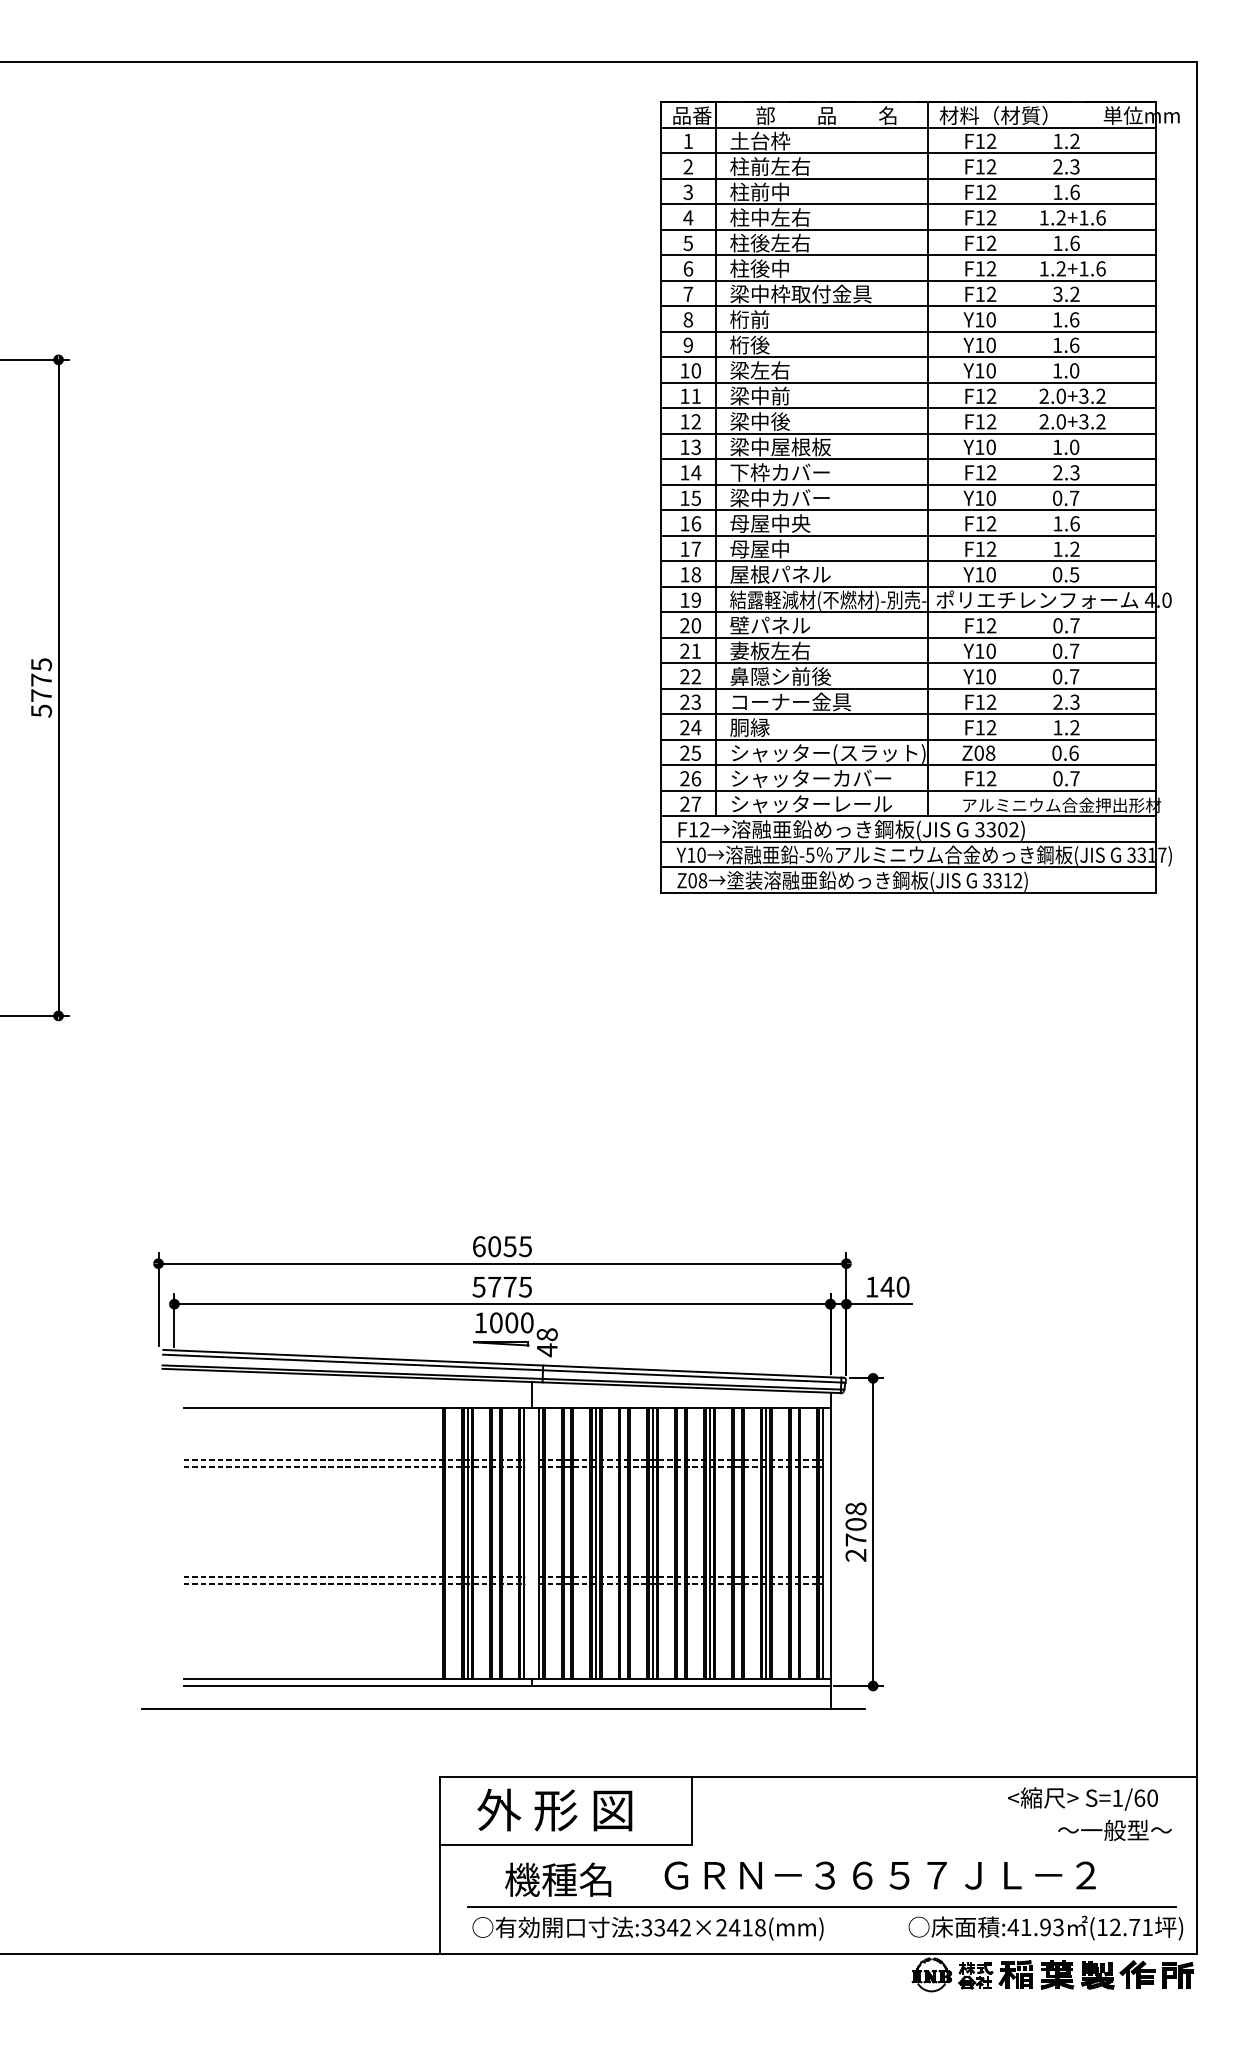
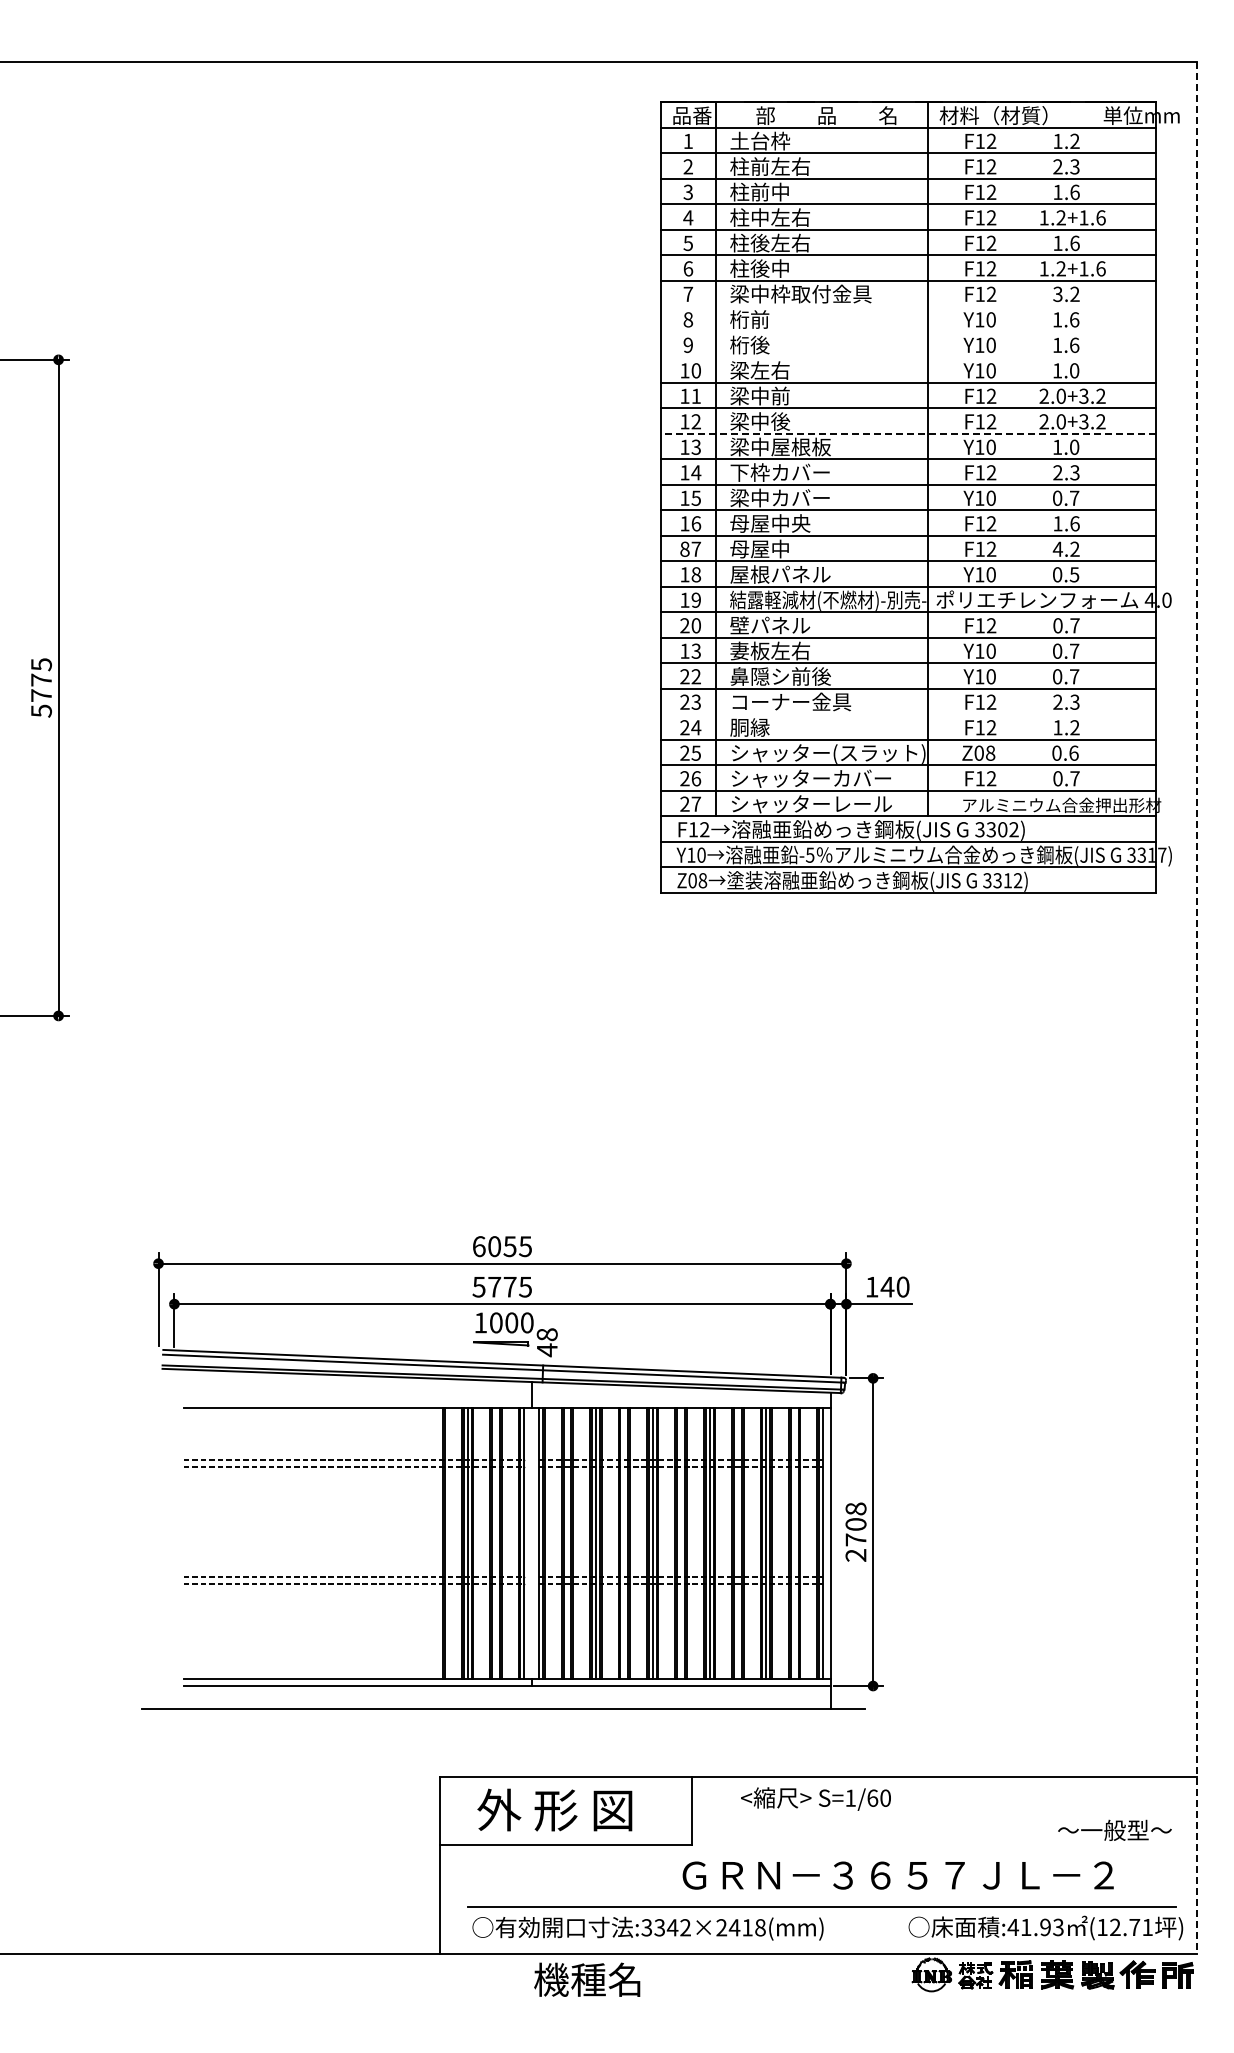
line at (908, 306): present -> none
line at (908, 331): present -> none
line at (908, 357): present -> none
line at (908, 433): solid -> dashed
text at (684, 548): 17 -> 87
text at (1057, 548): 1.2 -> 4.2
text at (690, 650): 21 -> 13
line at (908, 714): present -> none
line at (1196, 1008): solid -> dashed
text at (1082, 1798) position: (1082, 1798) -> (815, 1798)
text at (879, 1875) position: (879, 1875) -> (897, 1875)
text at (558, 1879) position: (558, 1879) -> (587, 1979)
